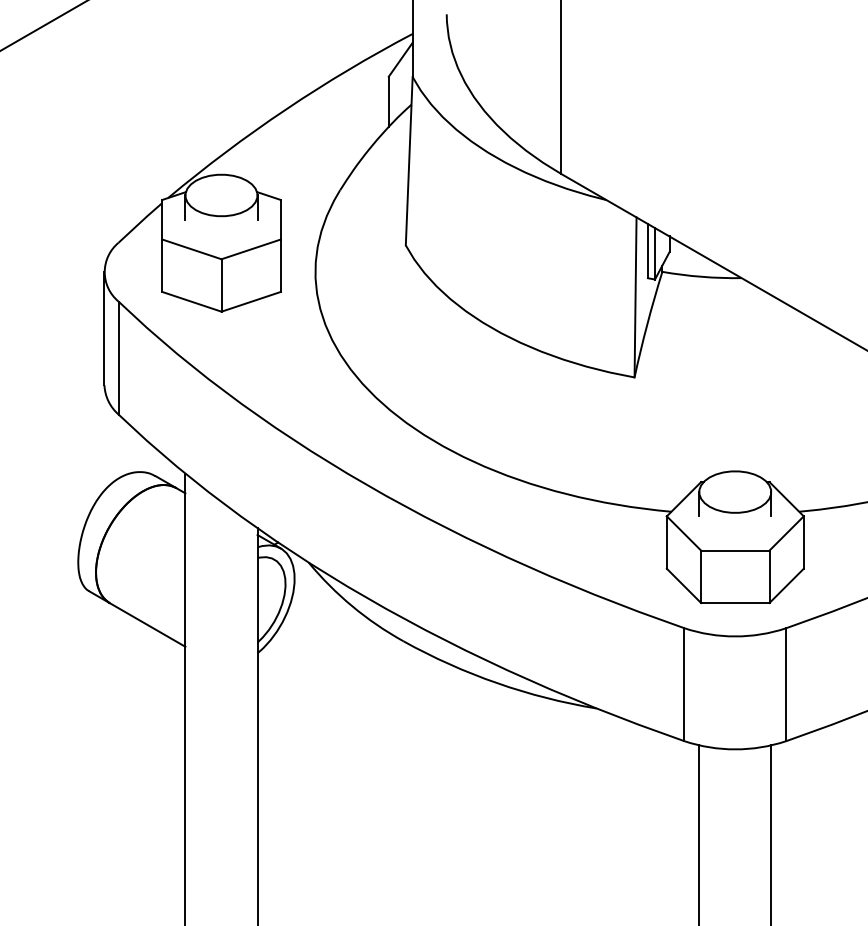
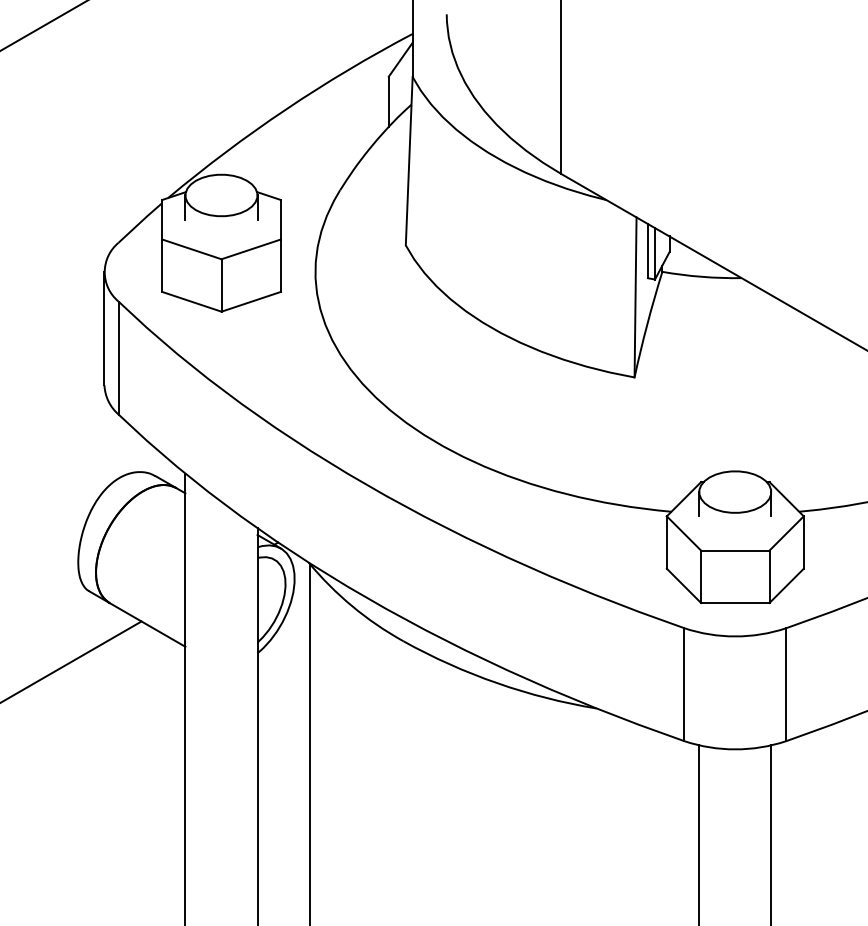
line at (71, 661): none -> present
line at (310, 743): none -> present
